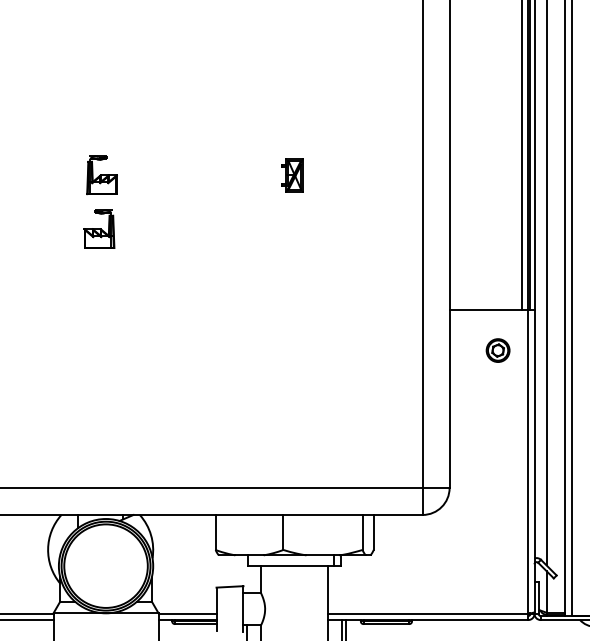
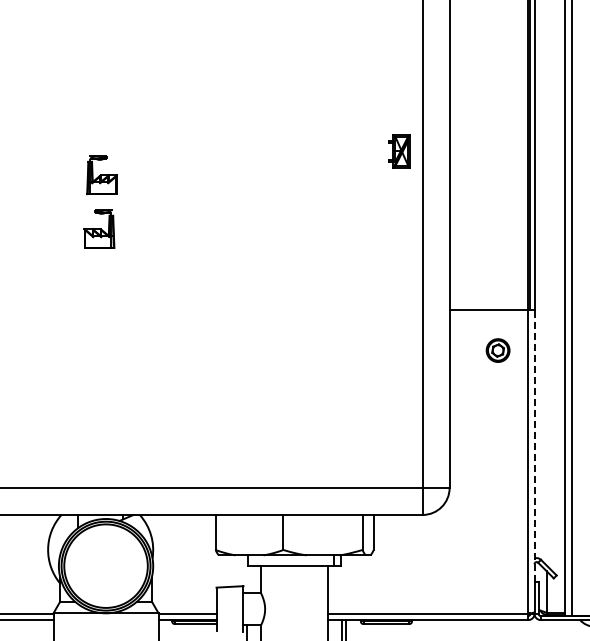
line at (521, 156): present -> none
part at (292, 175) position: (292, 175) -> (399, 151)
line at (546, 283): present -> none
line at (534, 445): solid -> dashed
